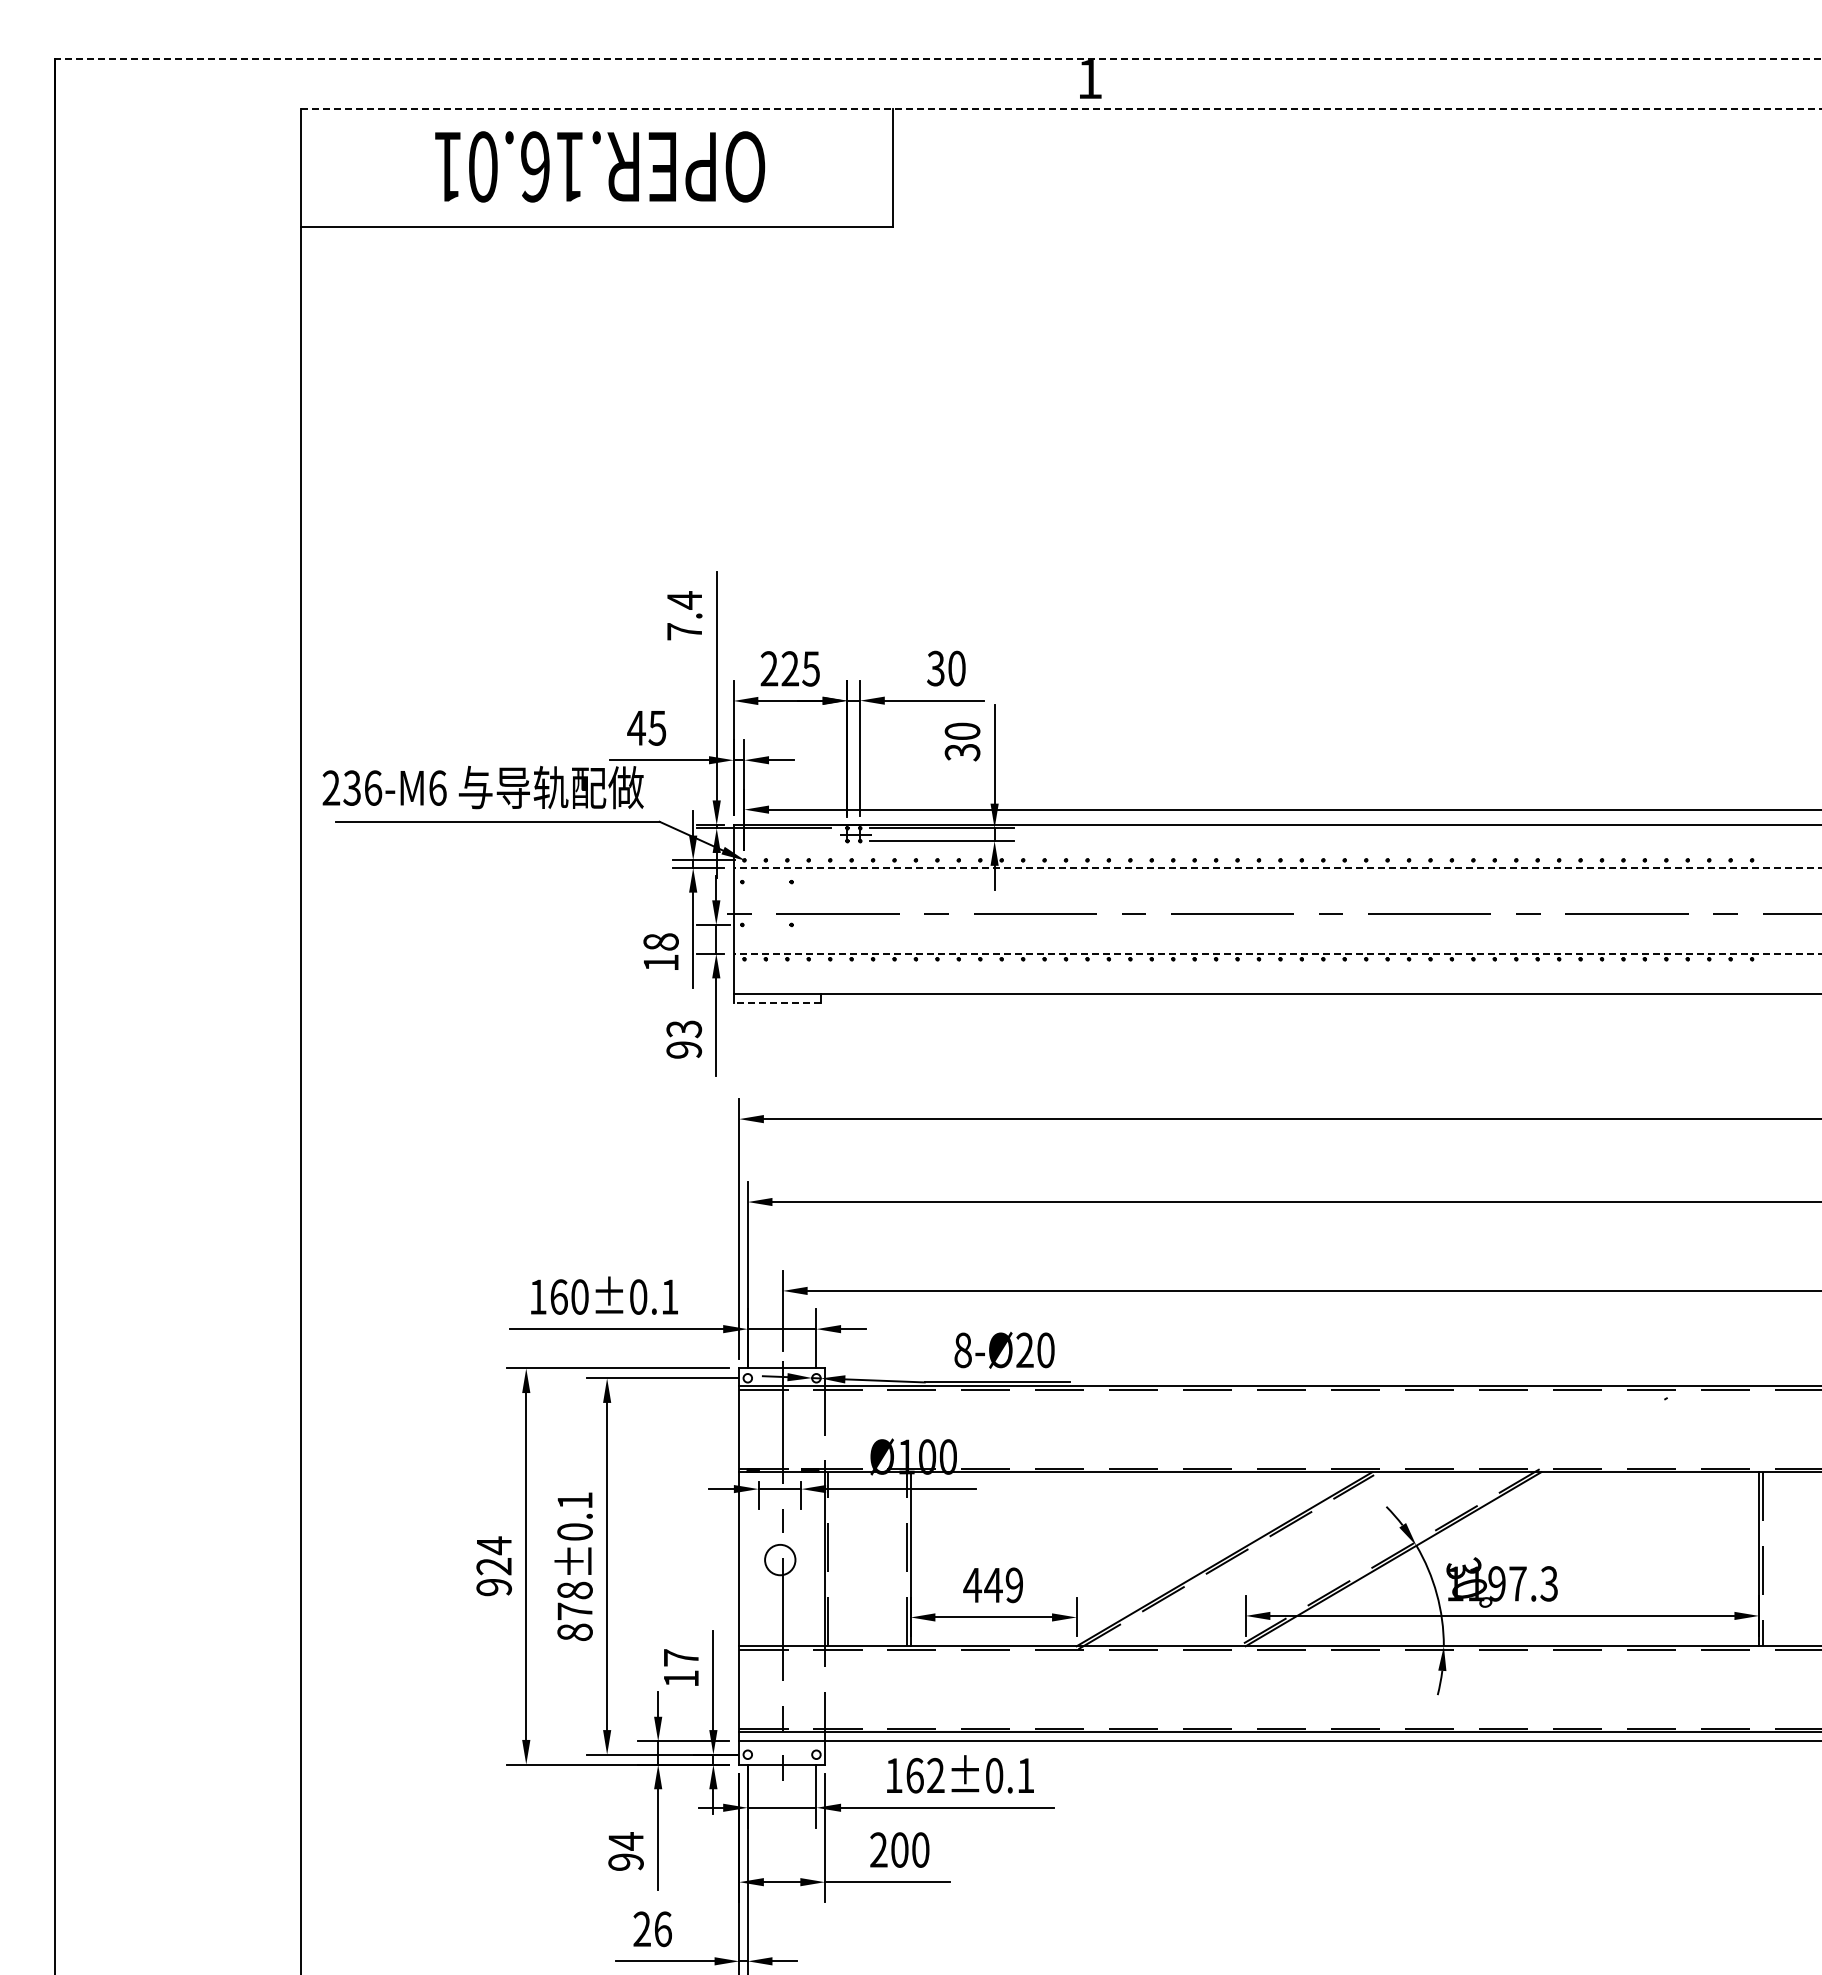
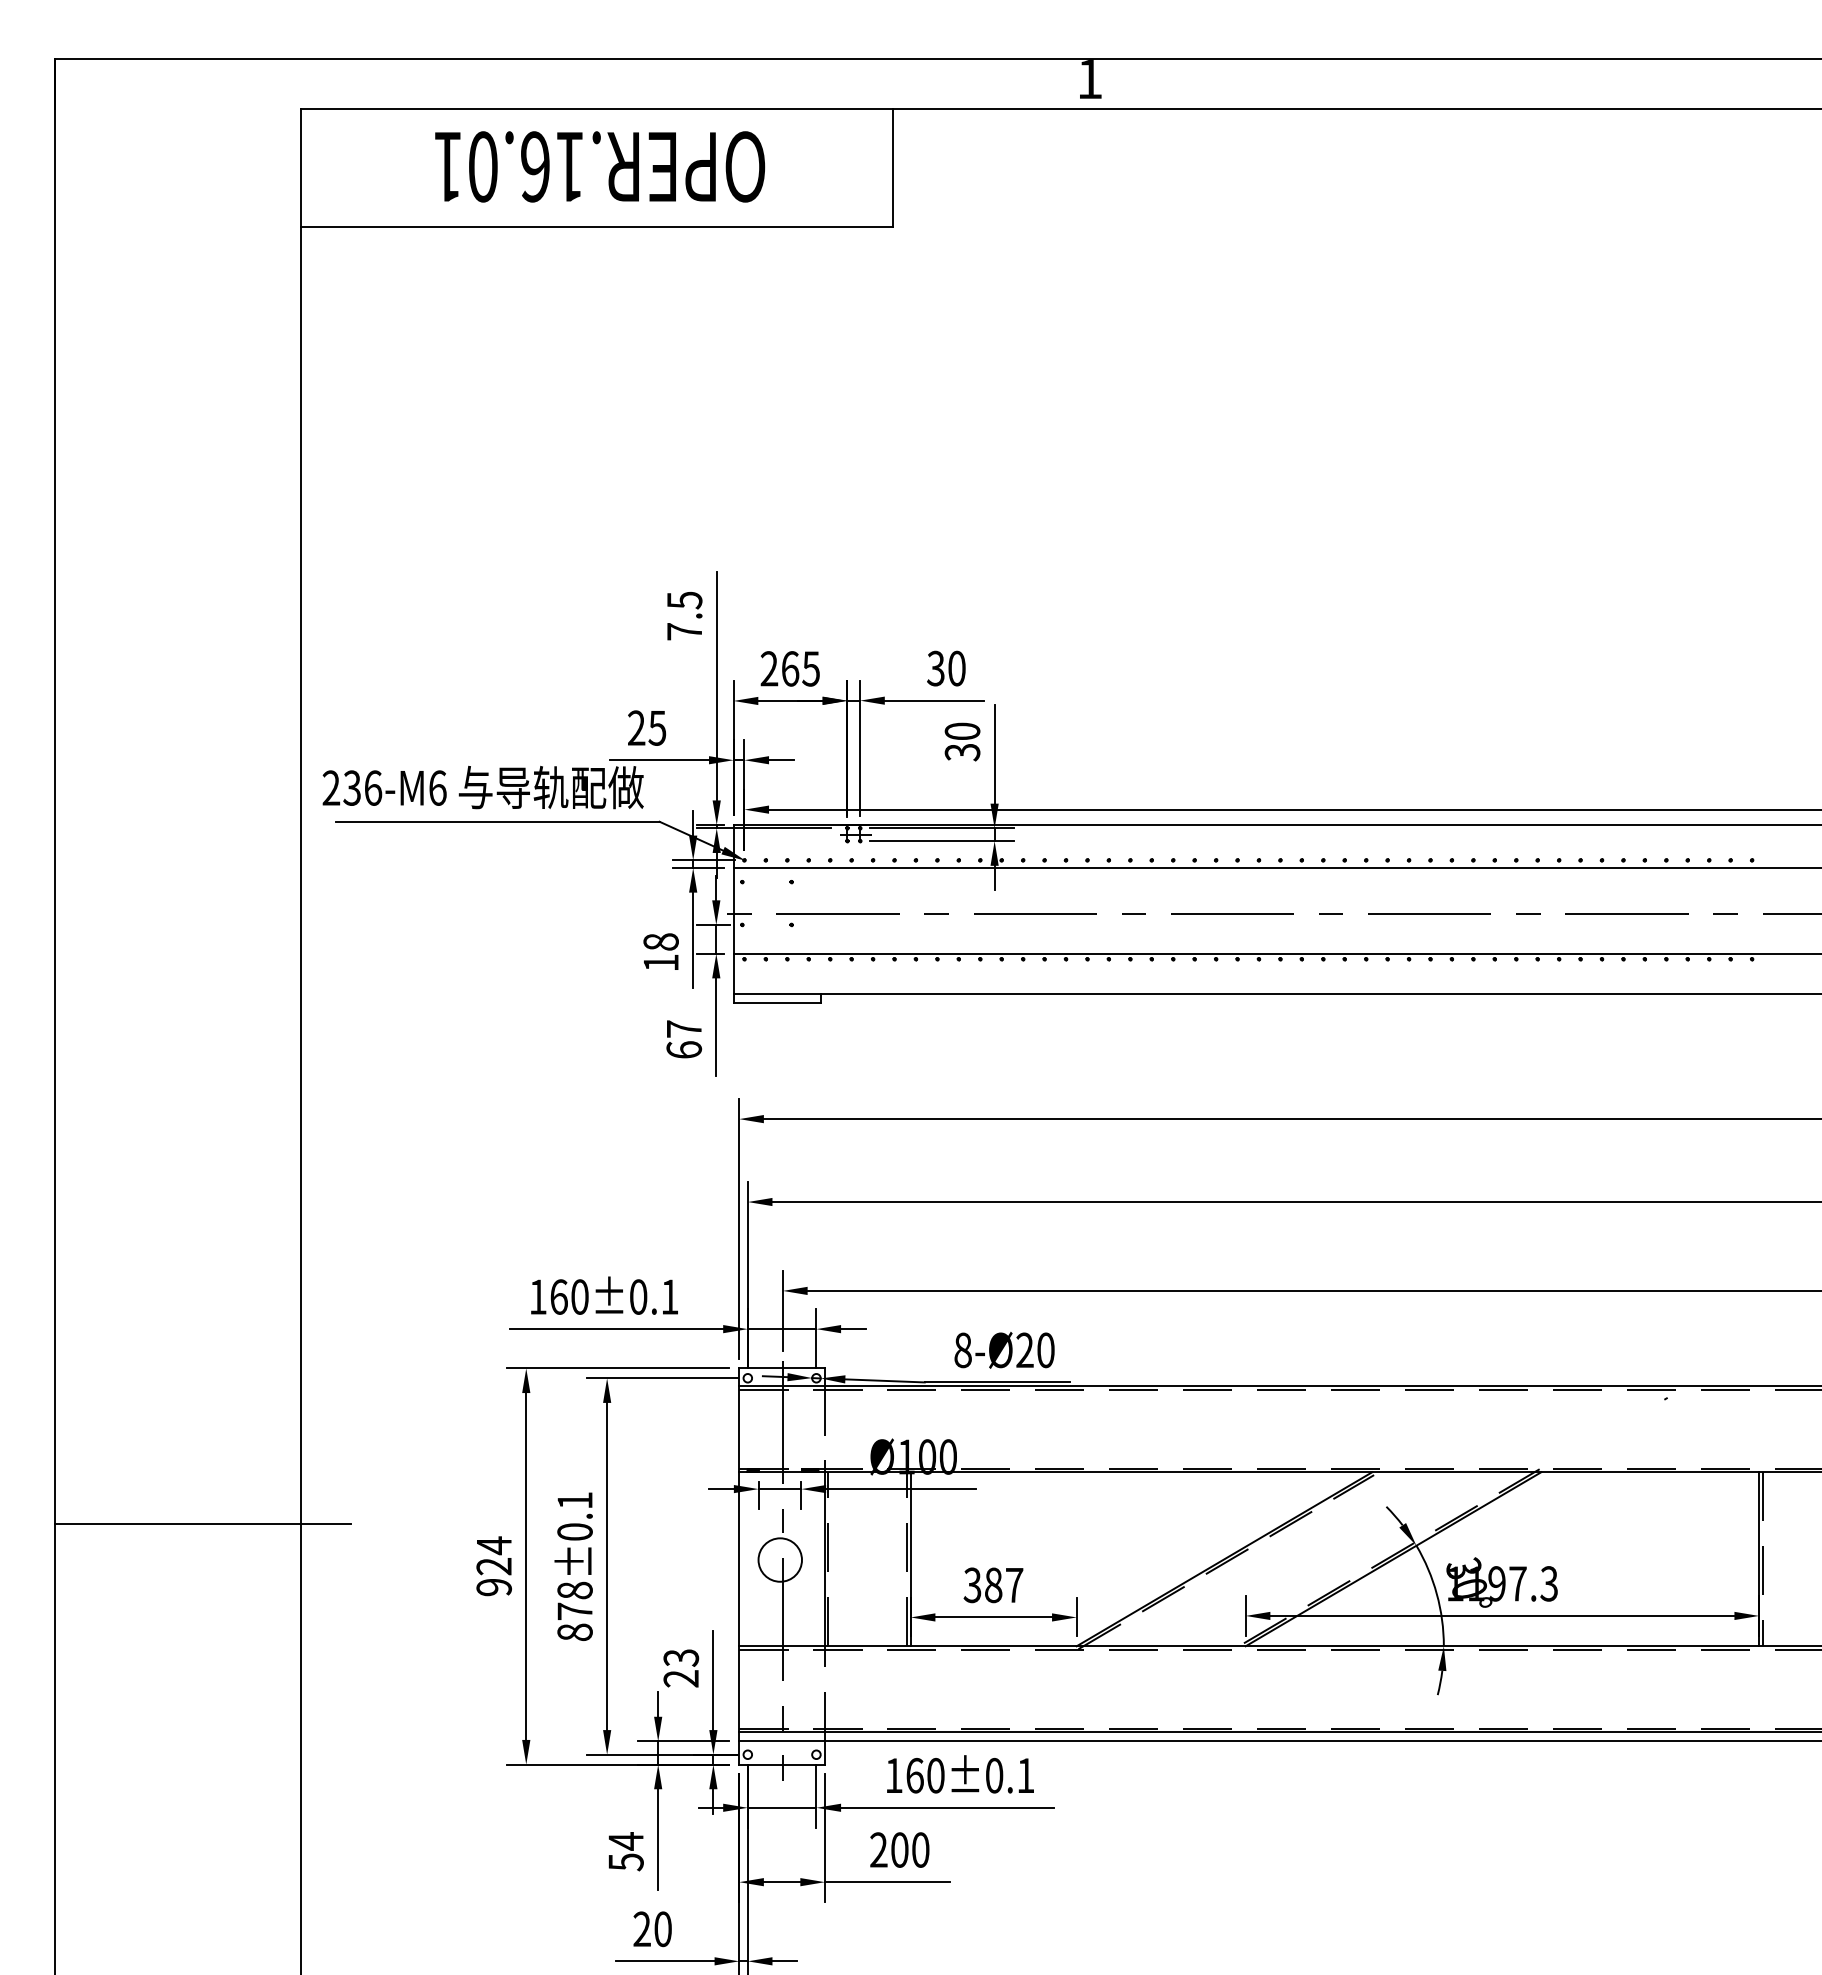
line at (937, 59): dashed -> solid
line at (1061, 108): dashed -> solid
text at (684, 600): 7.4 -> 7.5
text at (790, 668): 225 -> 265
text at (636, 727): 45 -> 25
line at (1277, 867): dashed -> solid
line at (1277, 953): dashed -> solid
line at (777, 1003): dashed -> solid
text at (684, 1039): 93 -> 67
line at (202, 1523): none -> present
circle at (780, 1559) diameter: 30 px -> 43 px
text at (993, 1585): 449 -> 387
text at (681, 1668): 17 -> 23
text at (935, 1775): 162 -> 160
text at (625, 1862): 94 -> 54
text at (662, 1929): 26 -> 20
